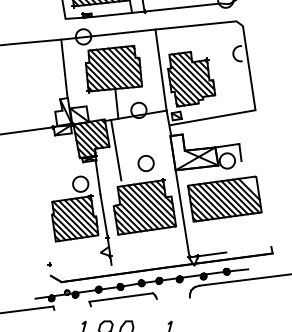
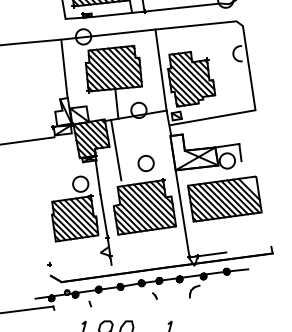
line at (27, 130) position: (27, 130) -> (28, 140)
line at (243, 279): present -> none
line at (121, 297): present -> none
